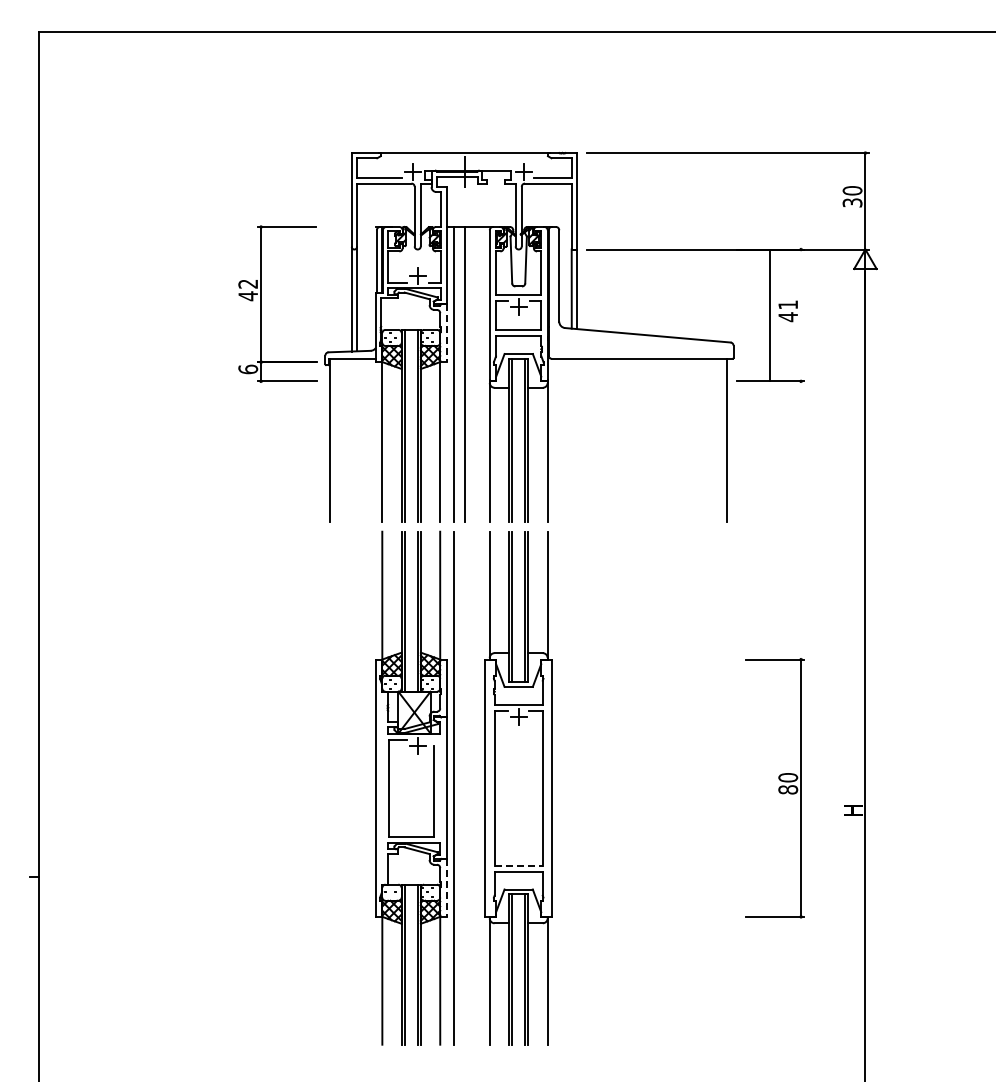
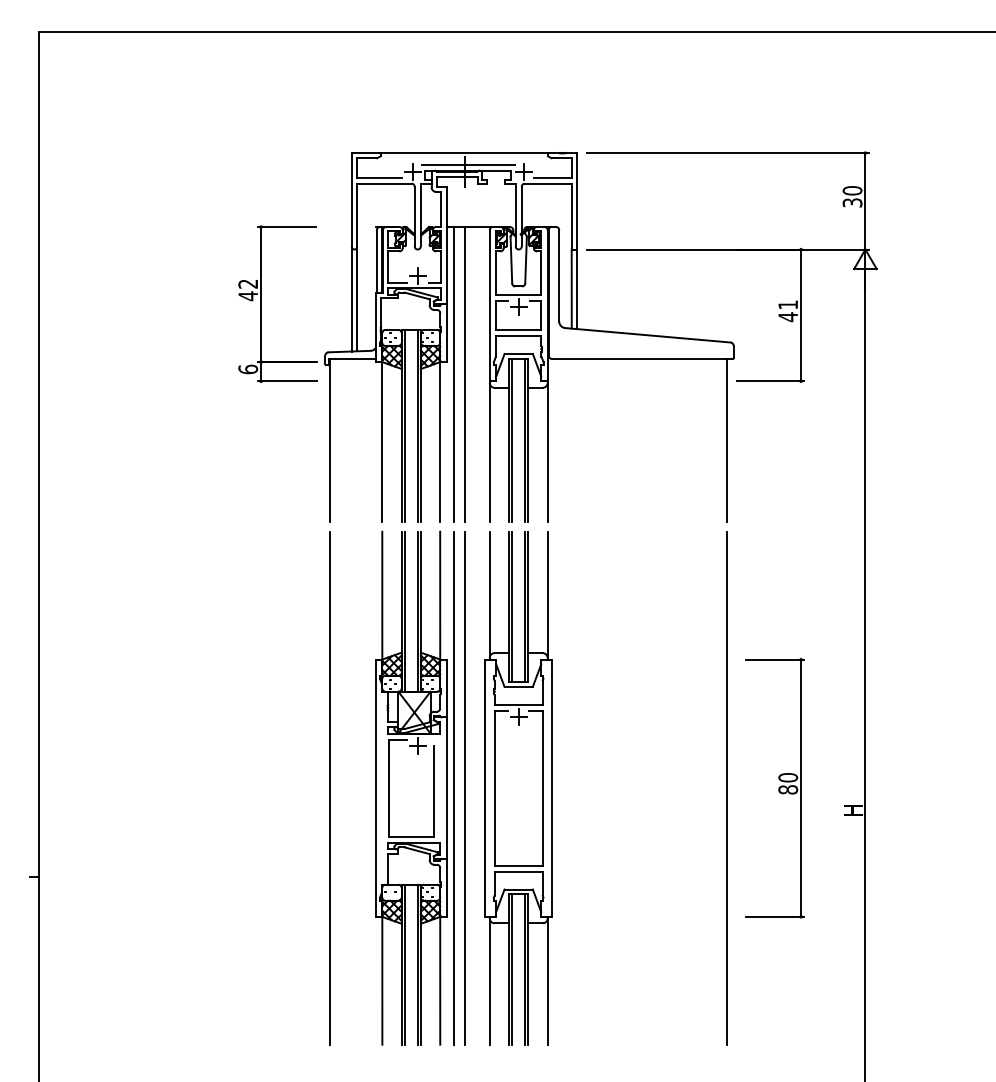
line at (467, 165): none -> present
line at (770, 315) position: (770, 315) -> (801, 315)
line at (446, 333): dashed -> solid
line at (330, 787): none -> present
line at (727, 787): none -> present
line at (464, 788): none -> present
line at (519, 865): dashed -> solid
line at (446, 887): dashed -> solid
